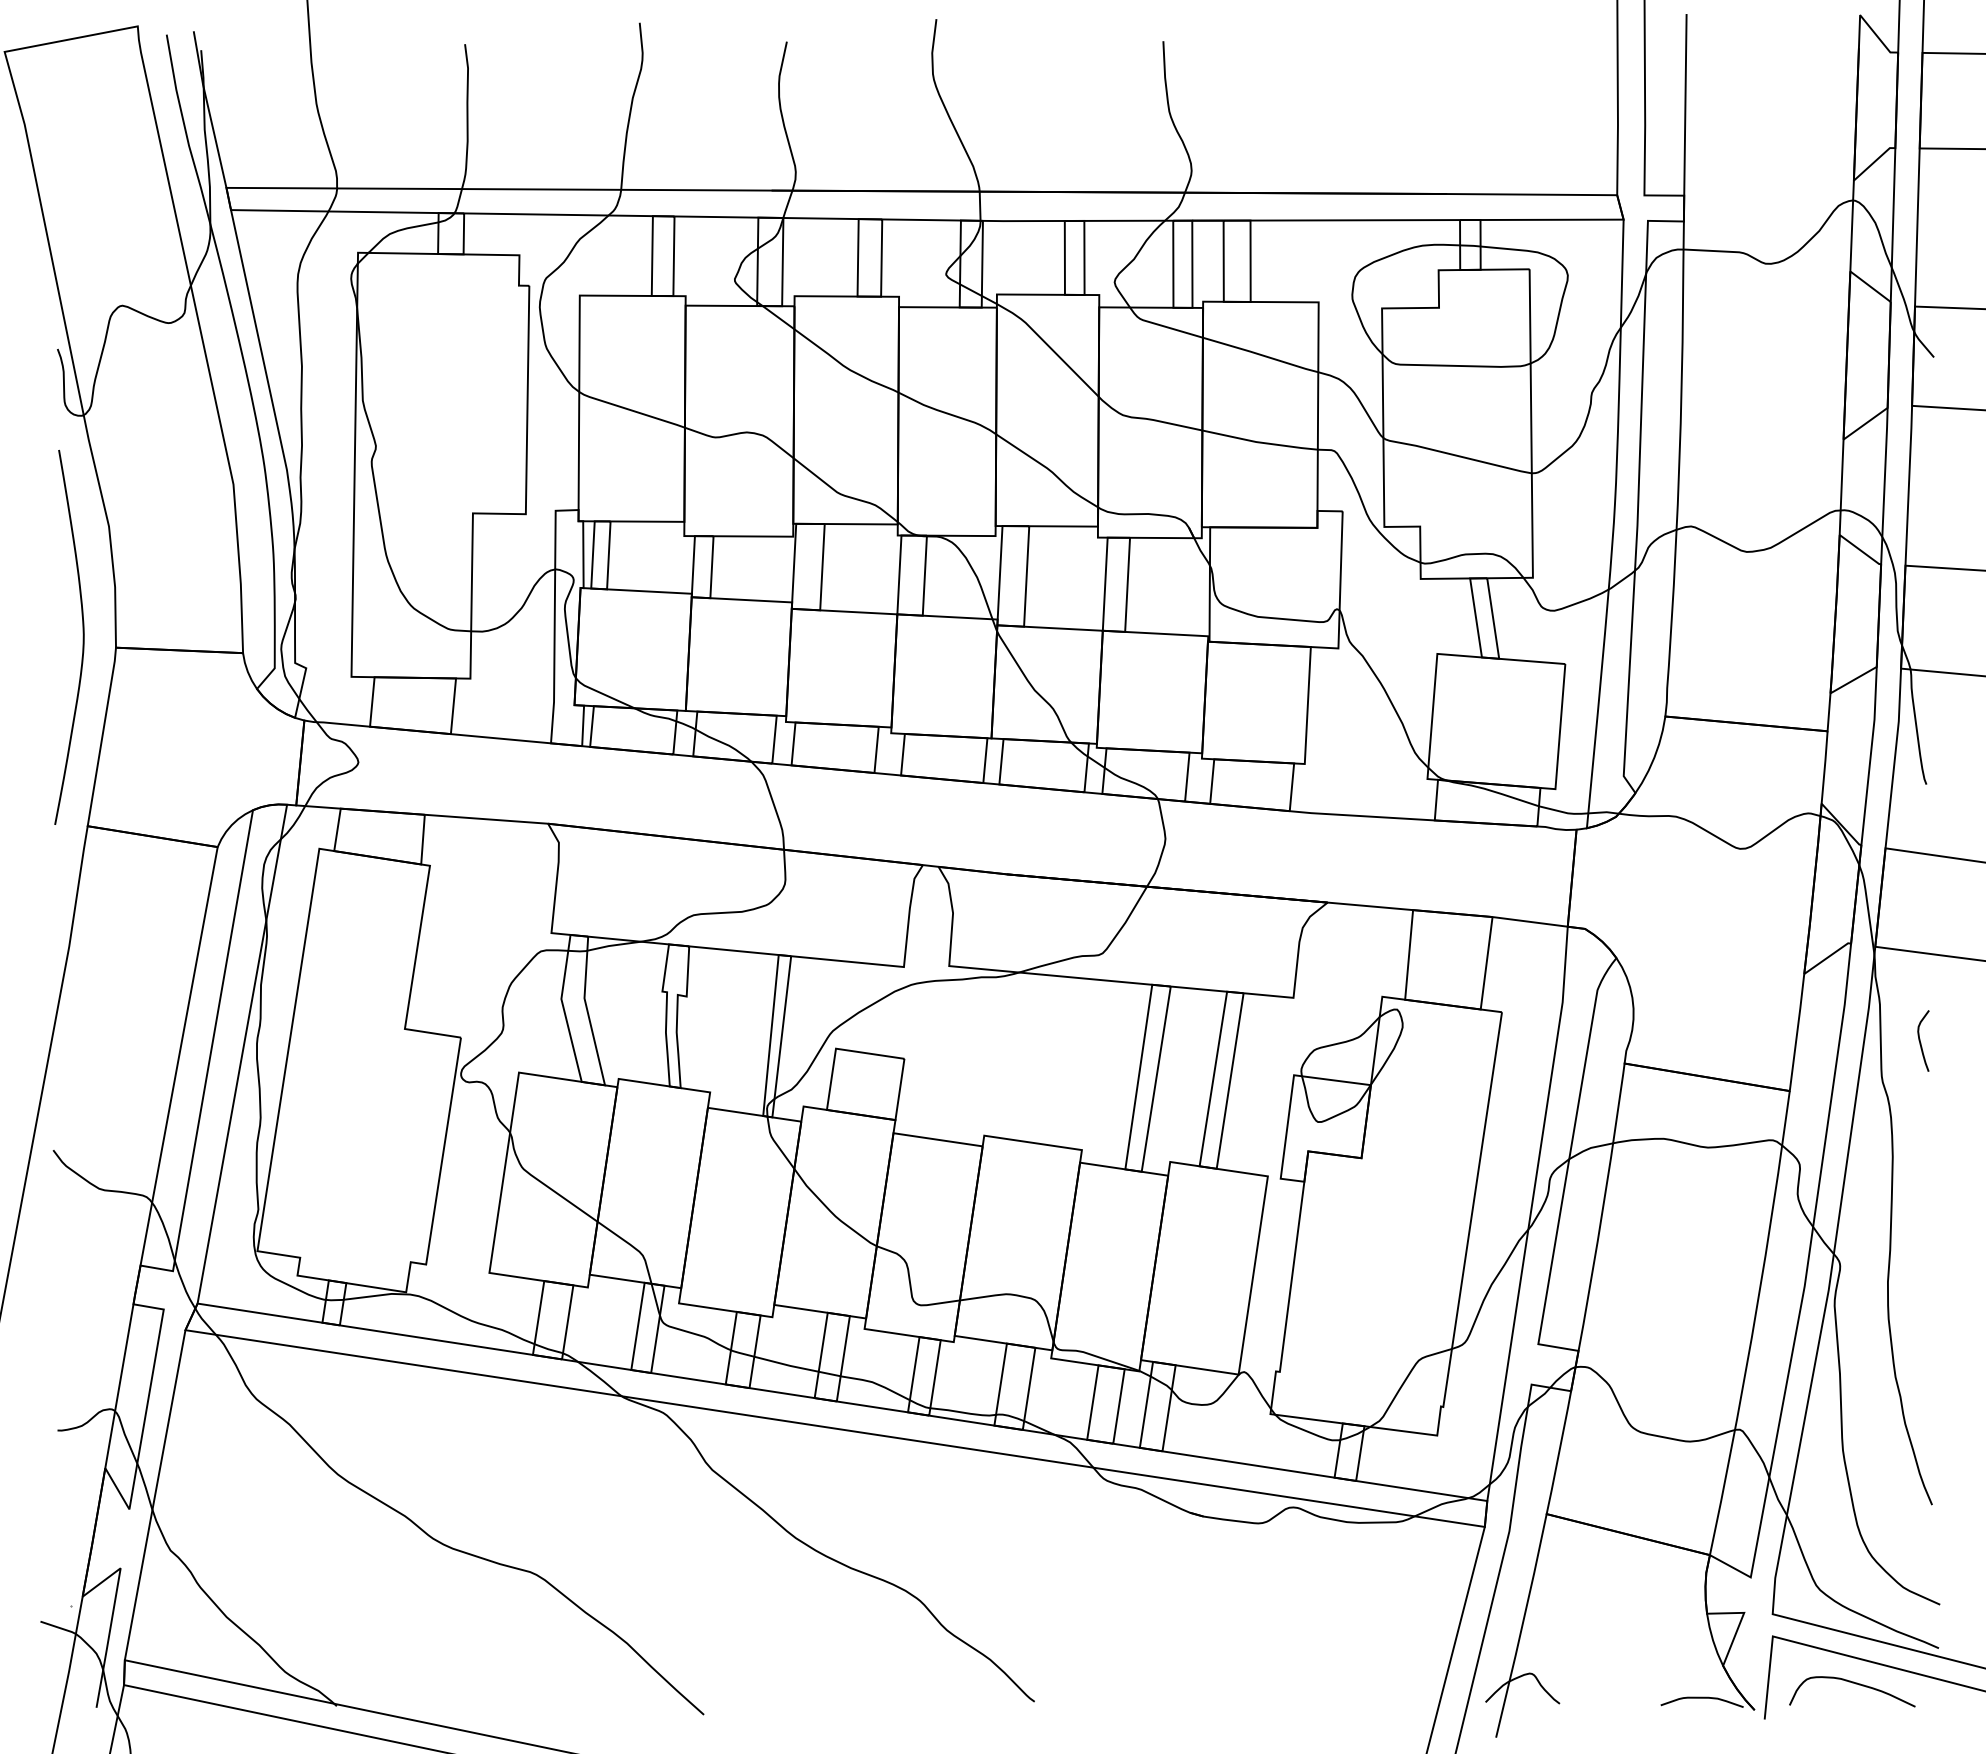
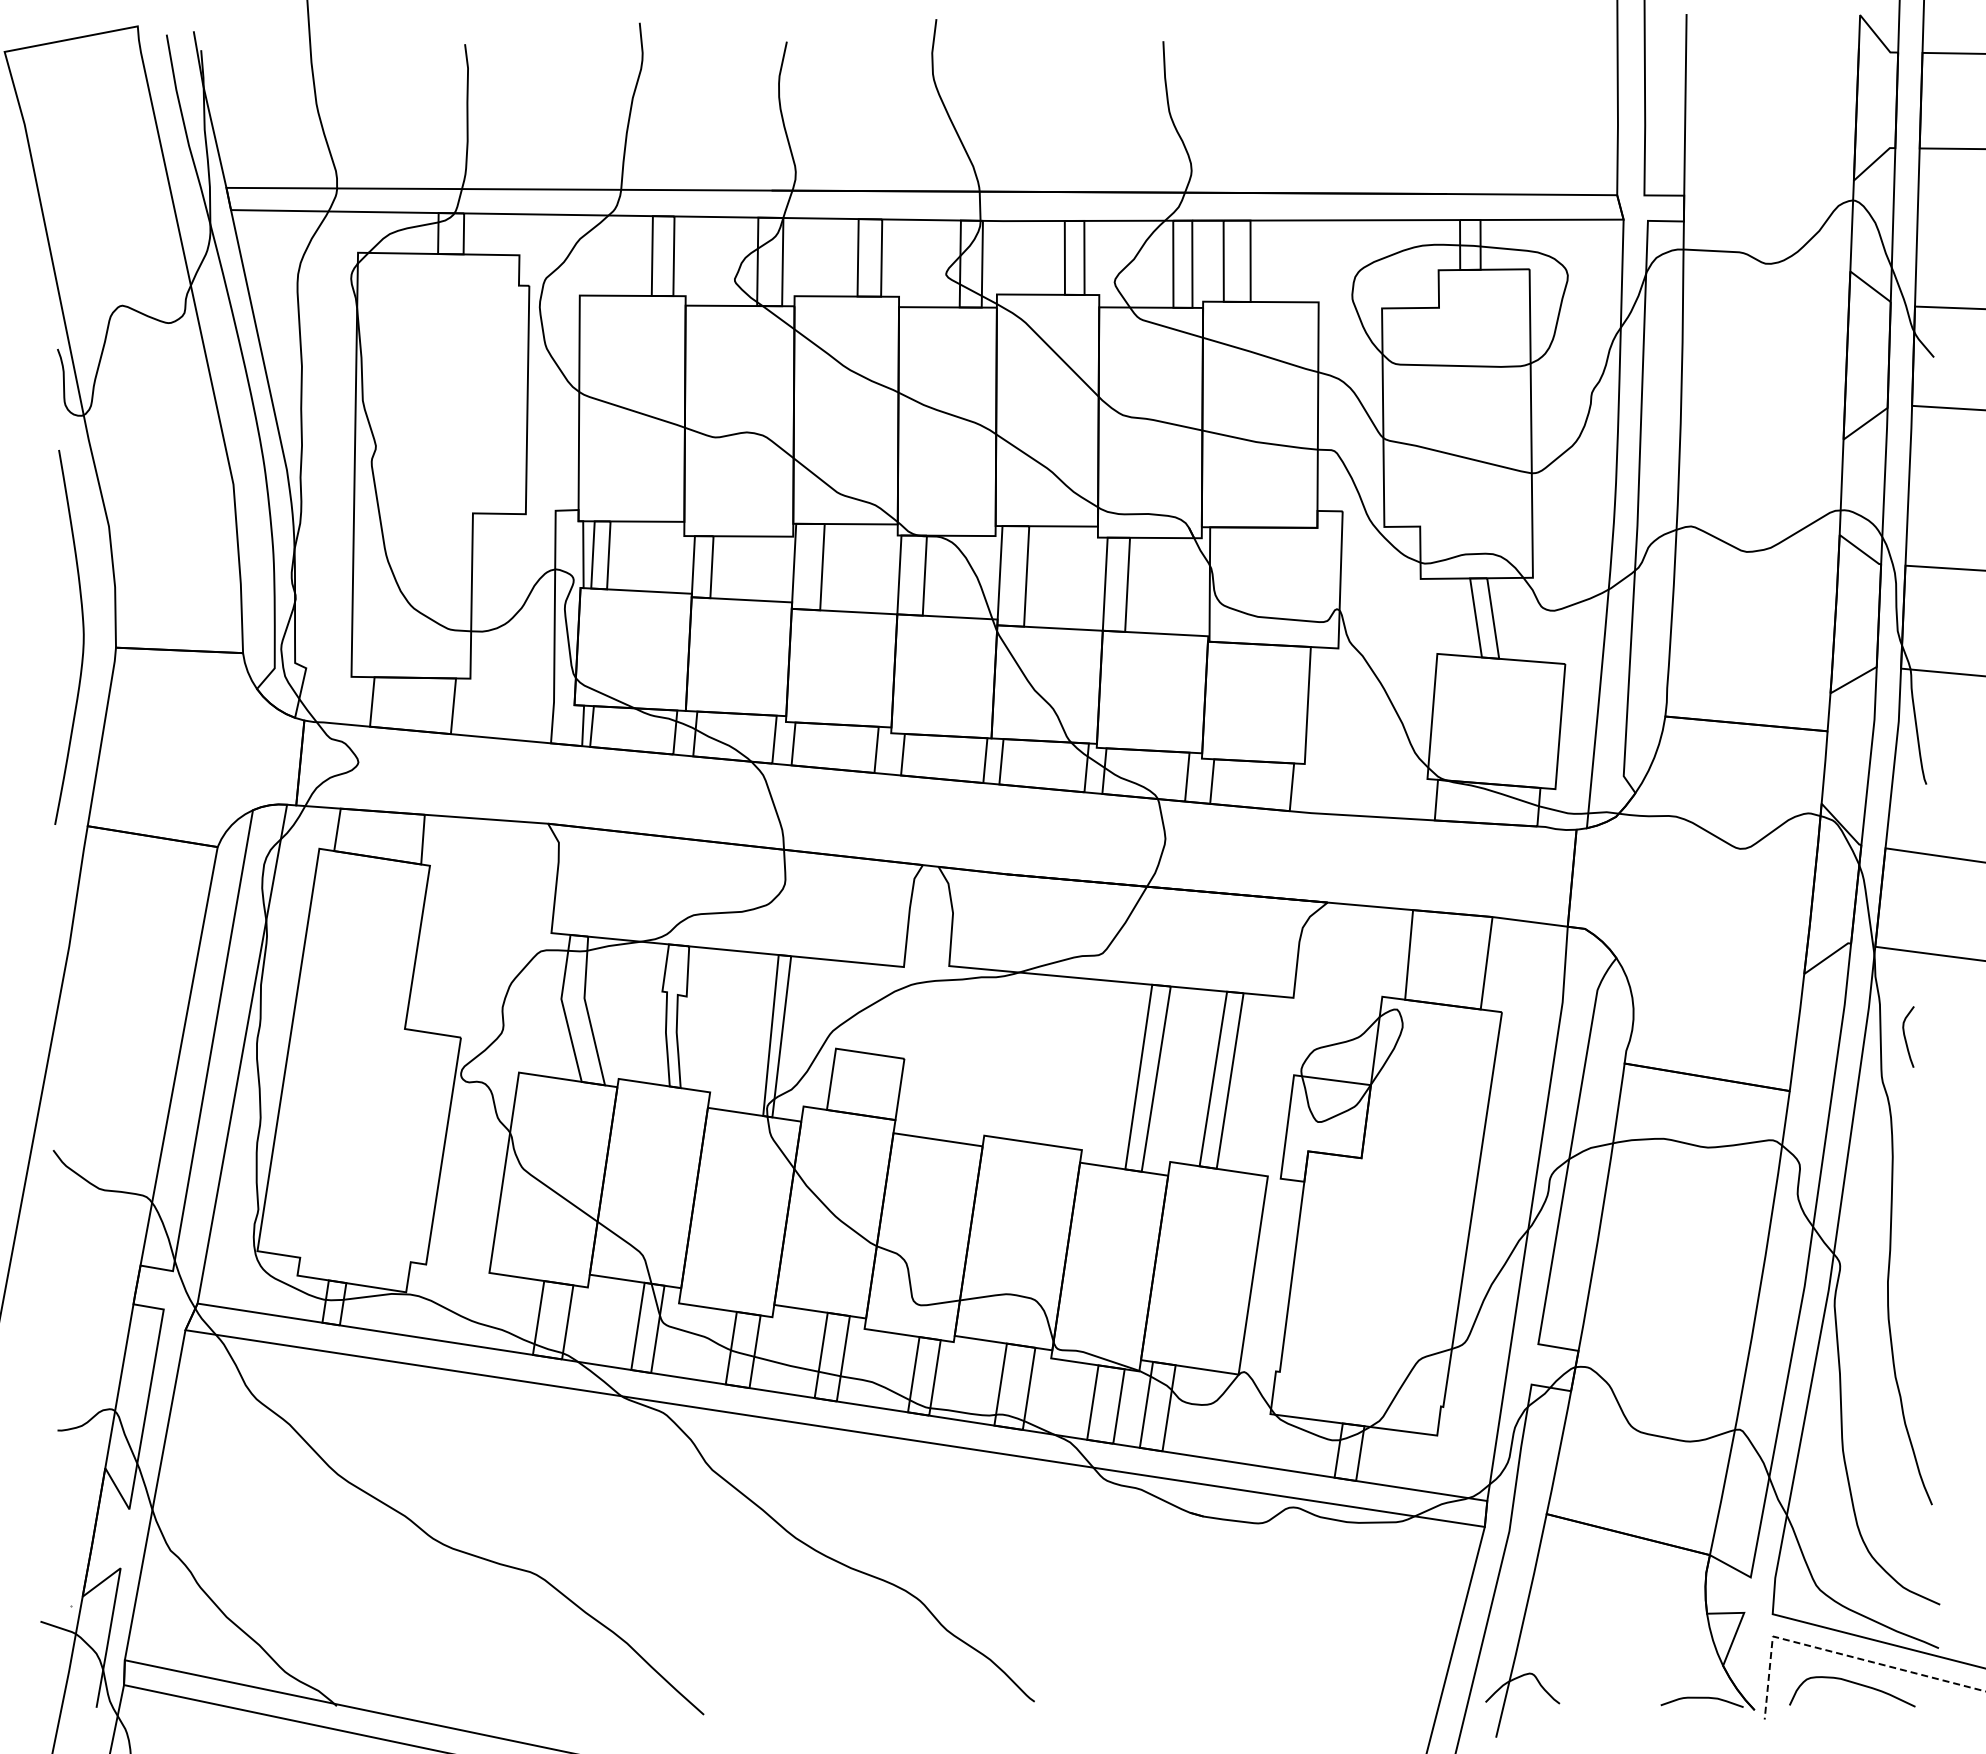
curve at (1921, 1042) position: (1921, 1042) -> (1906, 1038)
line at (1837, 1653): solid -> dashed
